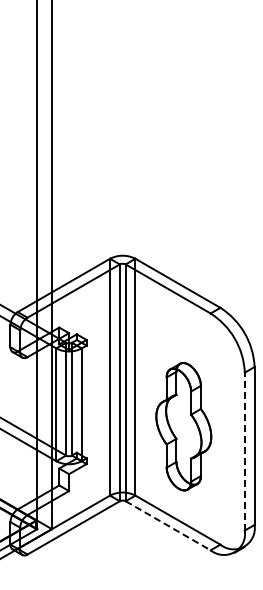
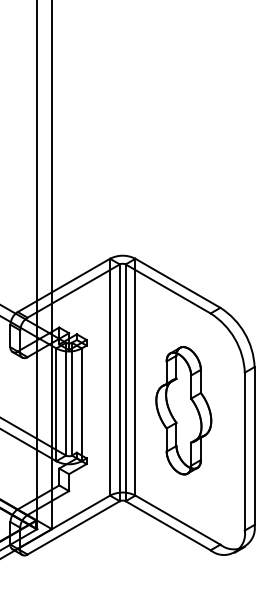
part at (183, 426) position: (183, 426) -> (183, 410)
line at (244, 451): dashed -> solid
line at (168, 526): dashed -> solid
